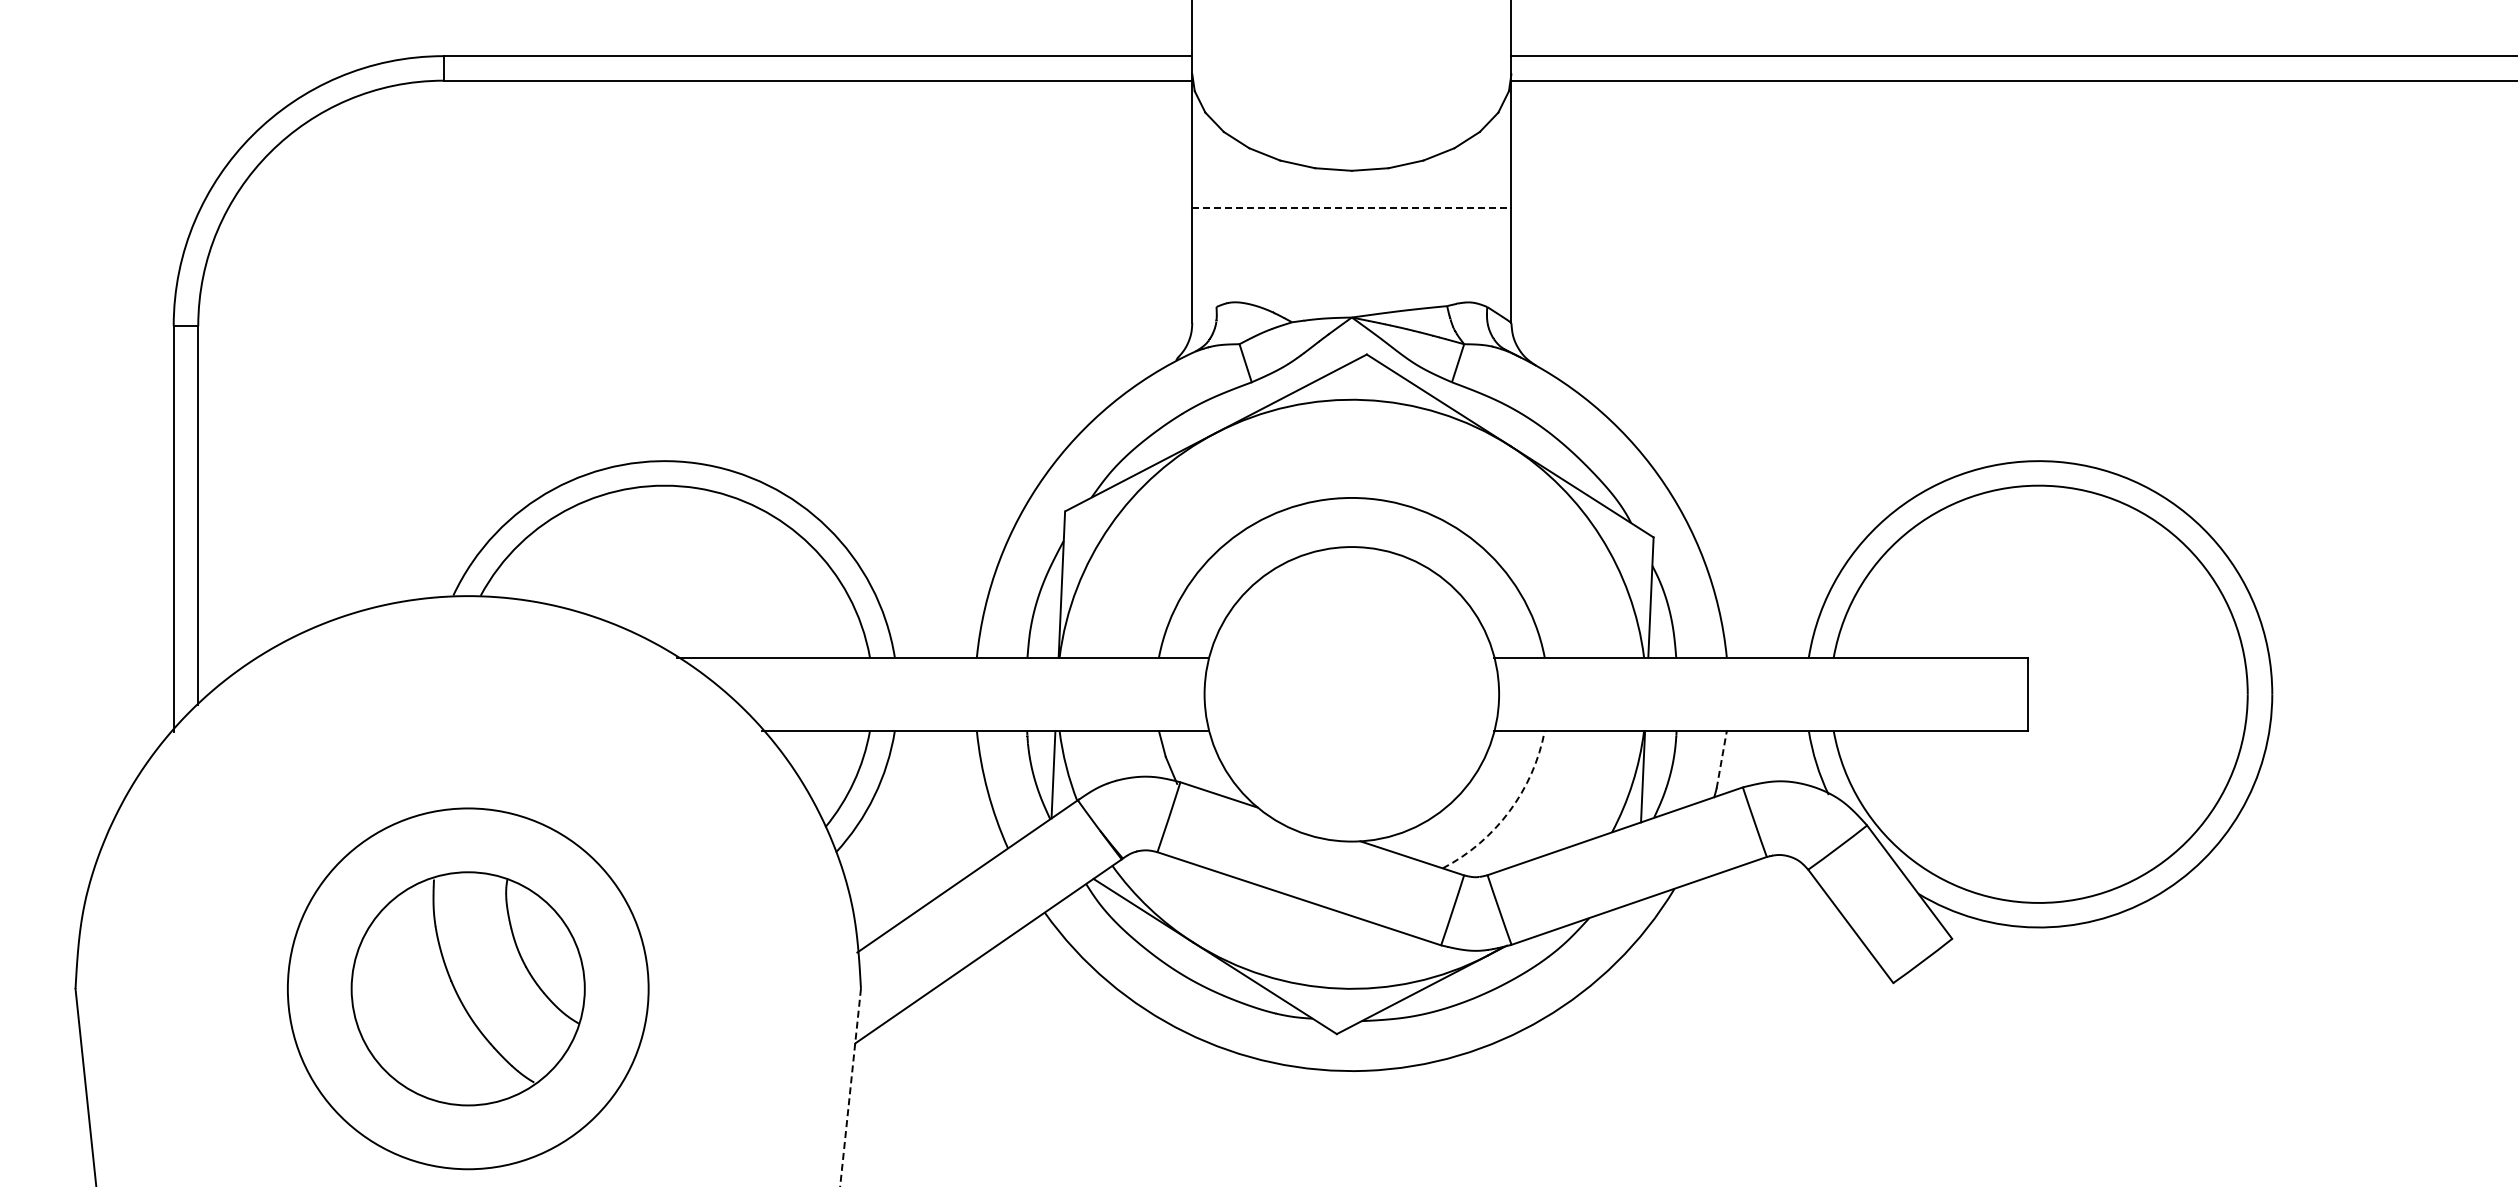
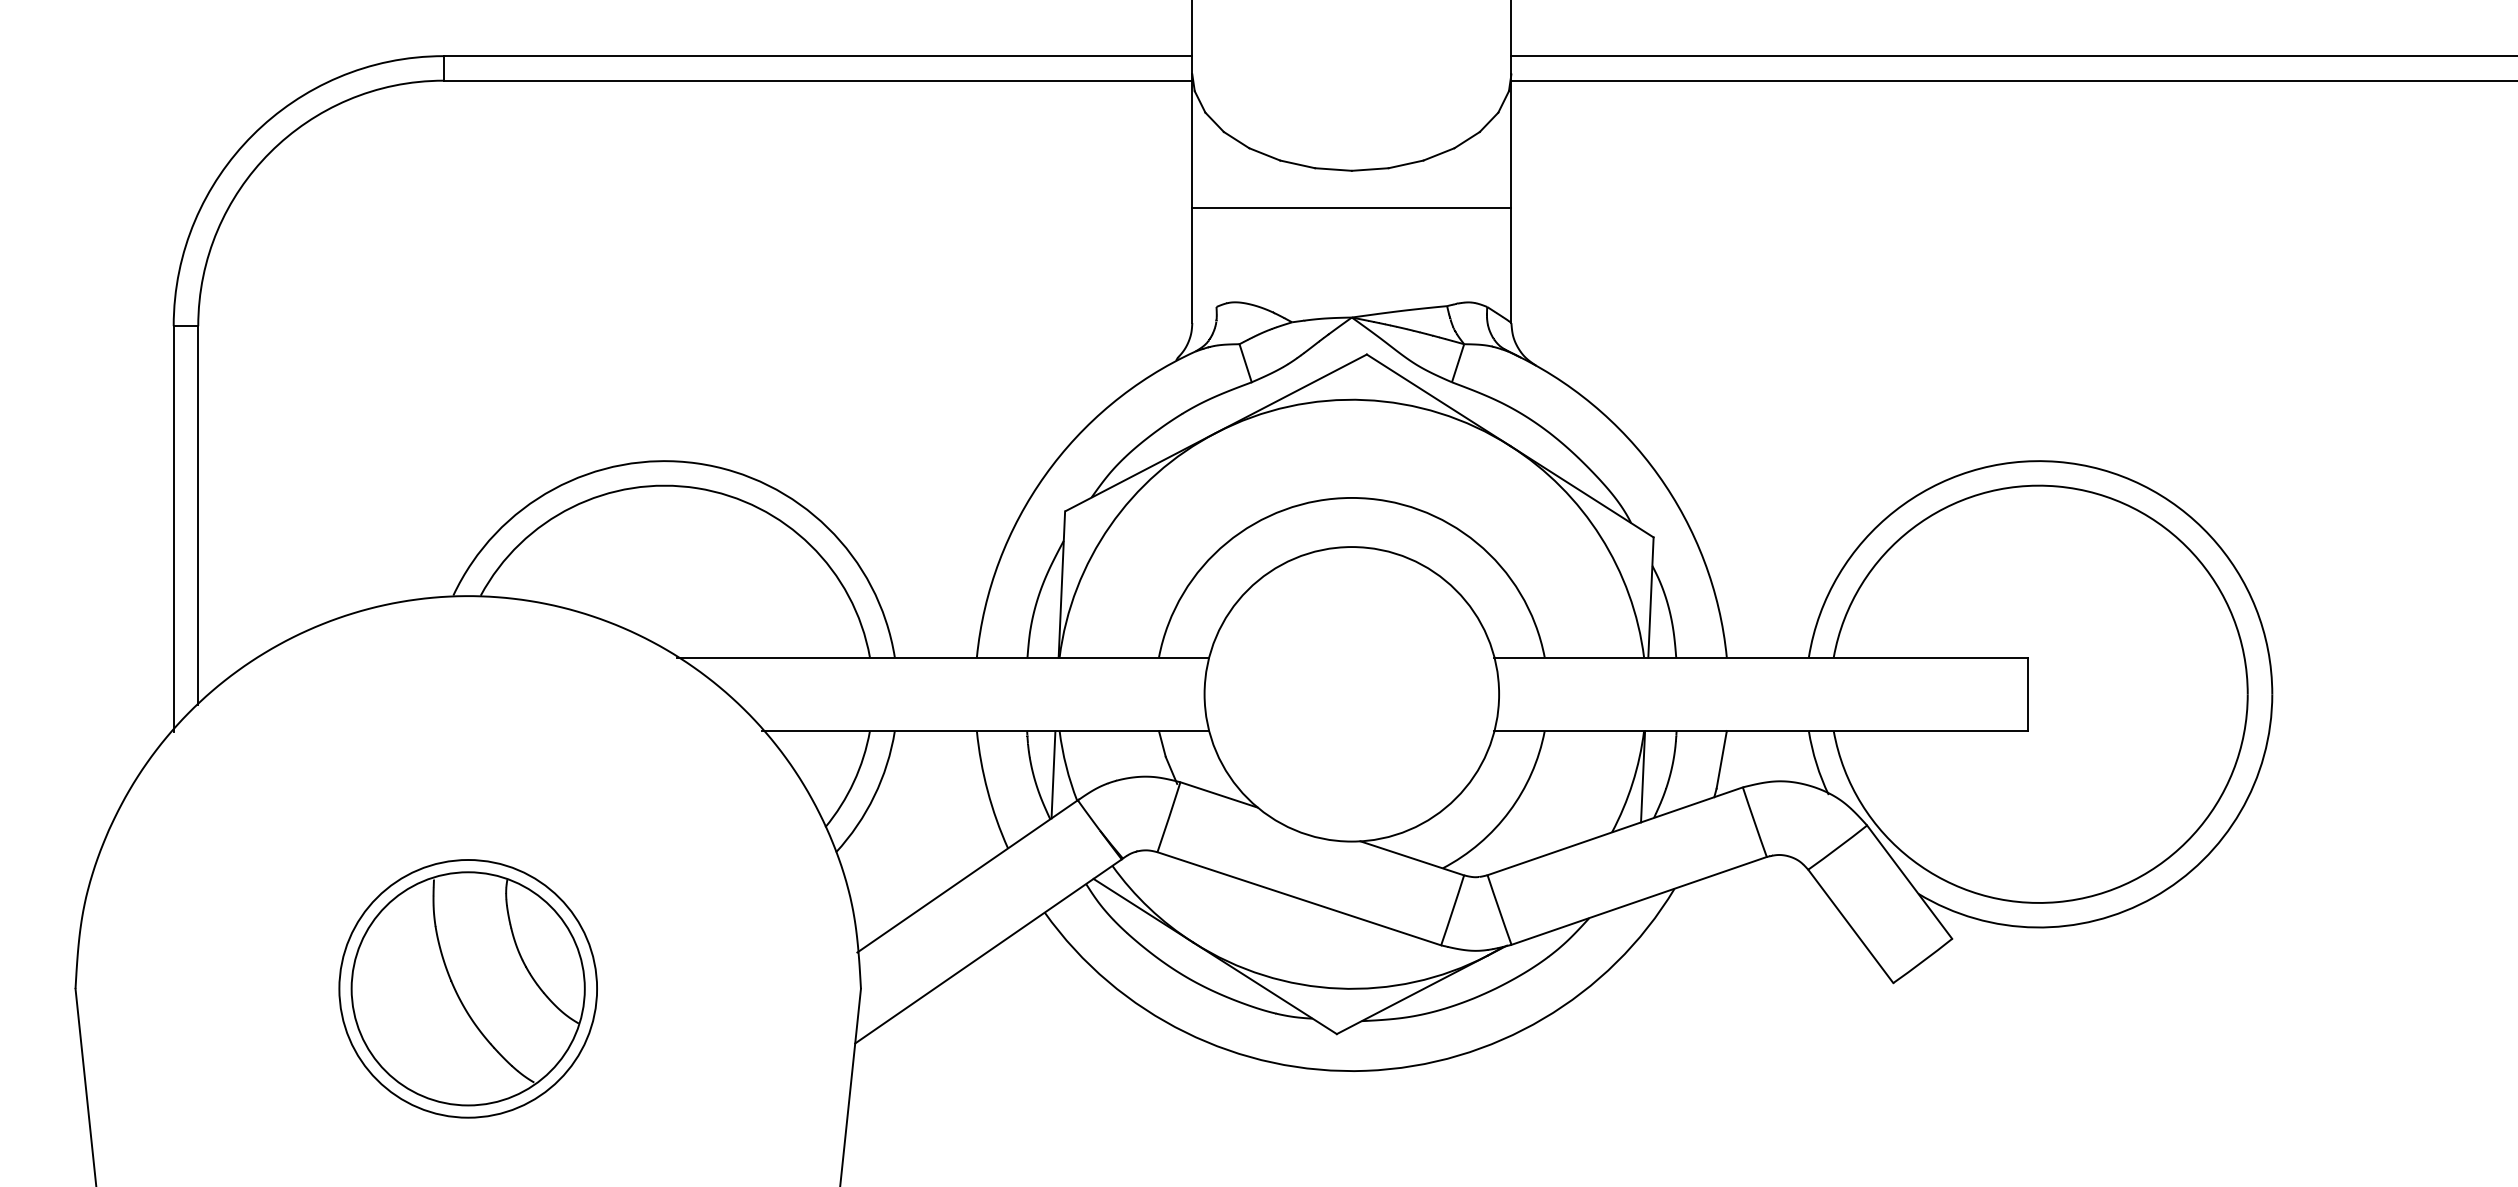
line at (1351, 207): dashed -> solid
line at (1721, 759): dashed -> solid
arc at (1509, 811): dashed -> solid
circle at (467, 988) diameter: 361 px -> 258 px
line at (850, 1088): dashed -> solid
